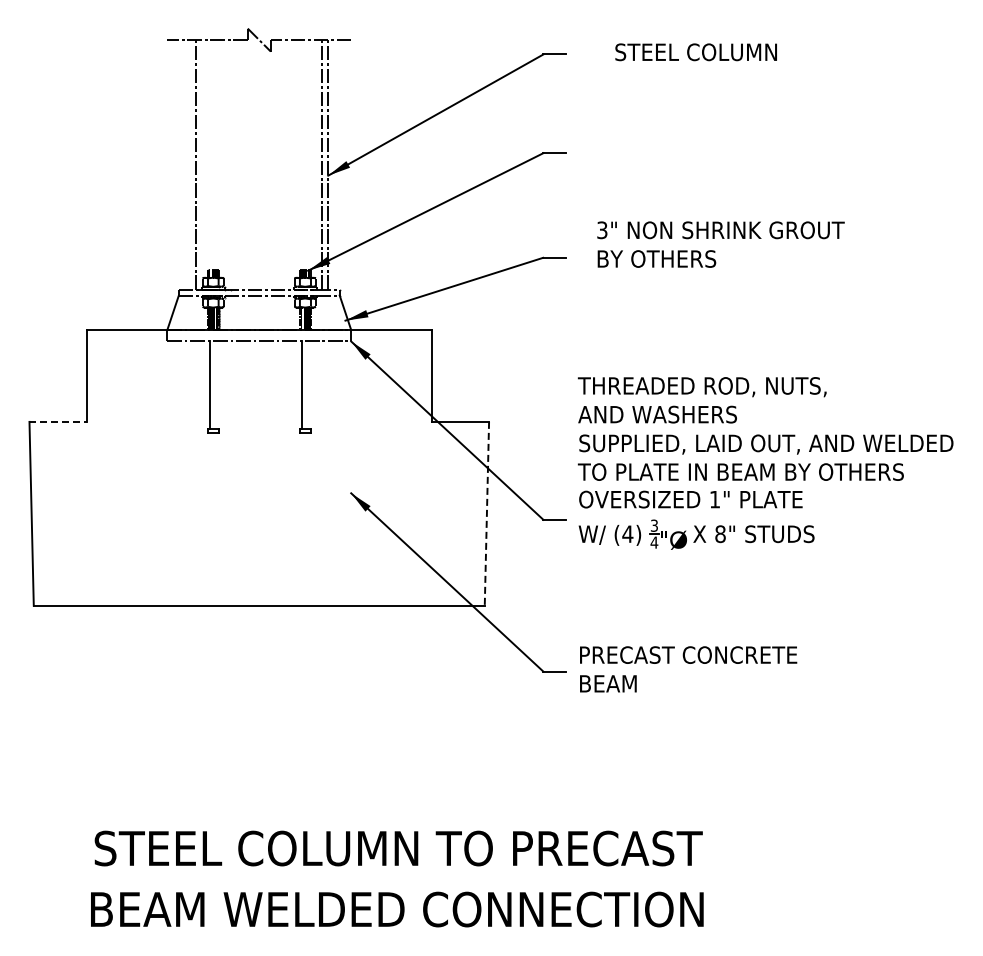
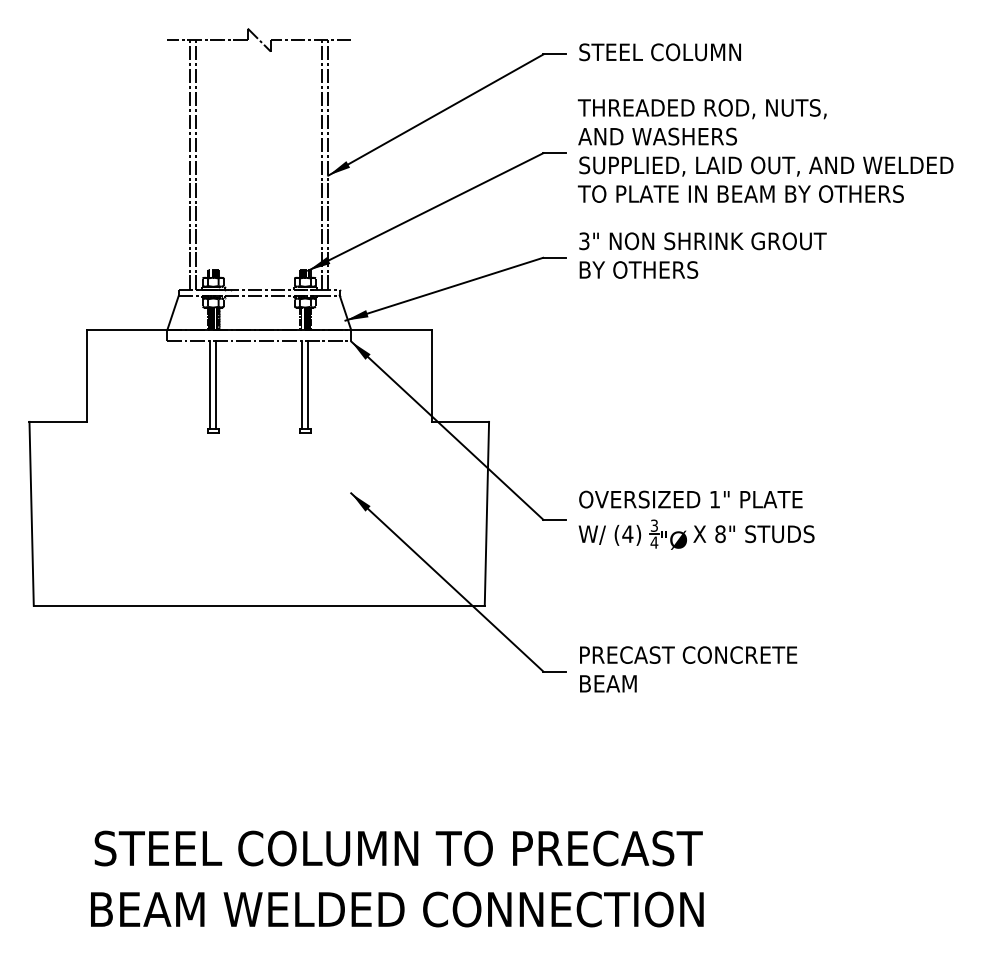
text at (695, 52) position: (695, 52) -> (659, 52)
line at (190, 164): none -> present
text at (720, 244) position: (720, 244) -> (702, 255)
line at (216, 385): none -> present
line at (308, 385): none -> present
line at (58, 421): dashed -> solid
text at (765, 428) position: (765, 428) -> (765, 150)
line at (486, 513): dashed -> solid
